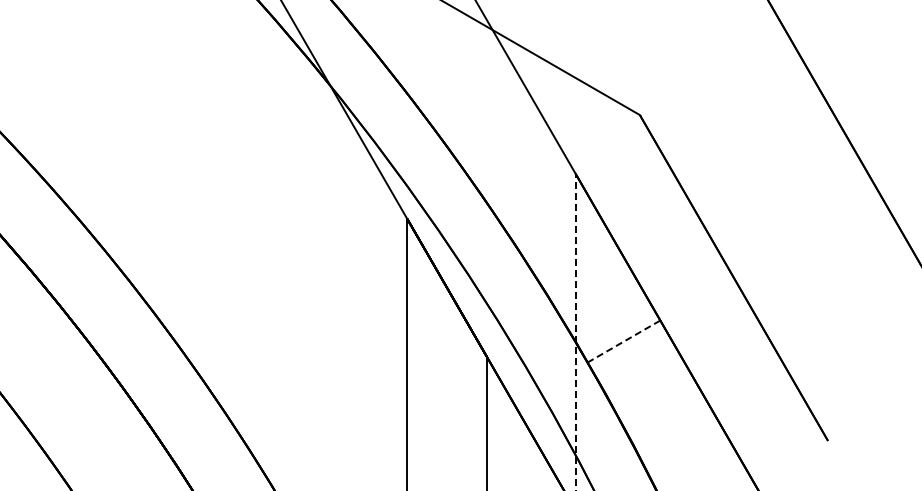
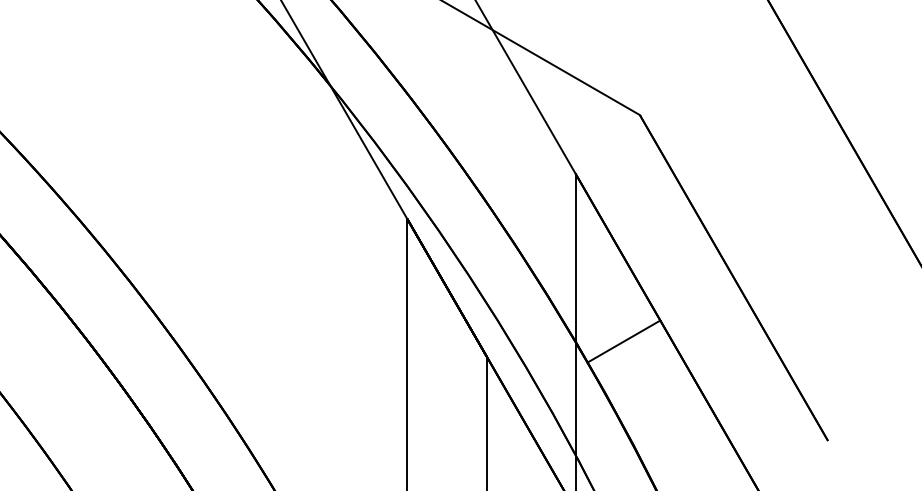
line at (575, 331): dashed -> solid
line at (624, 341): dashed -> solid
